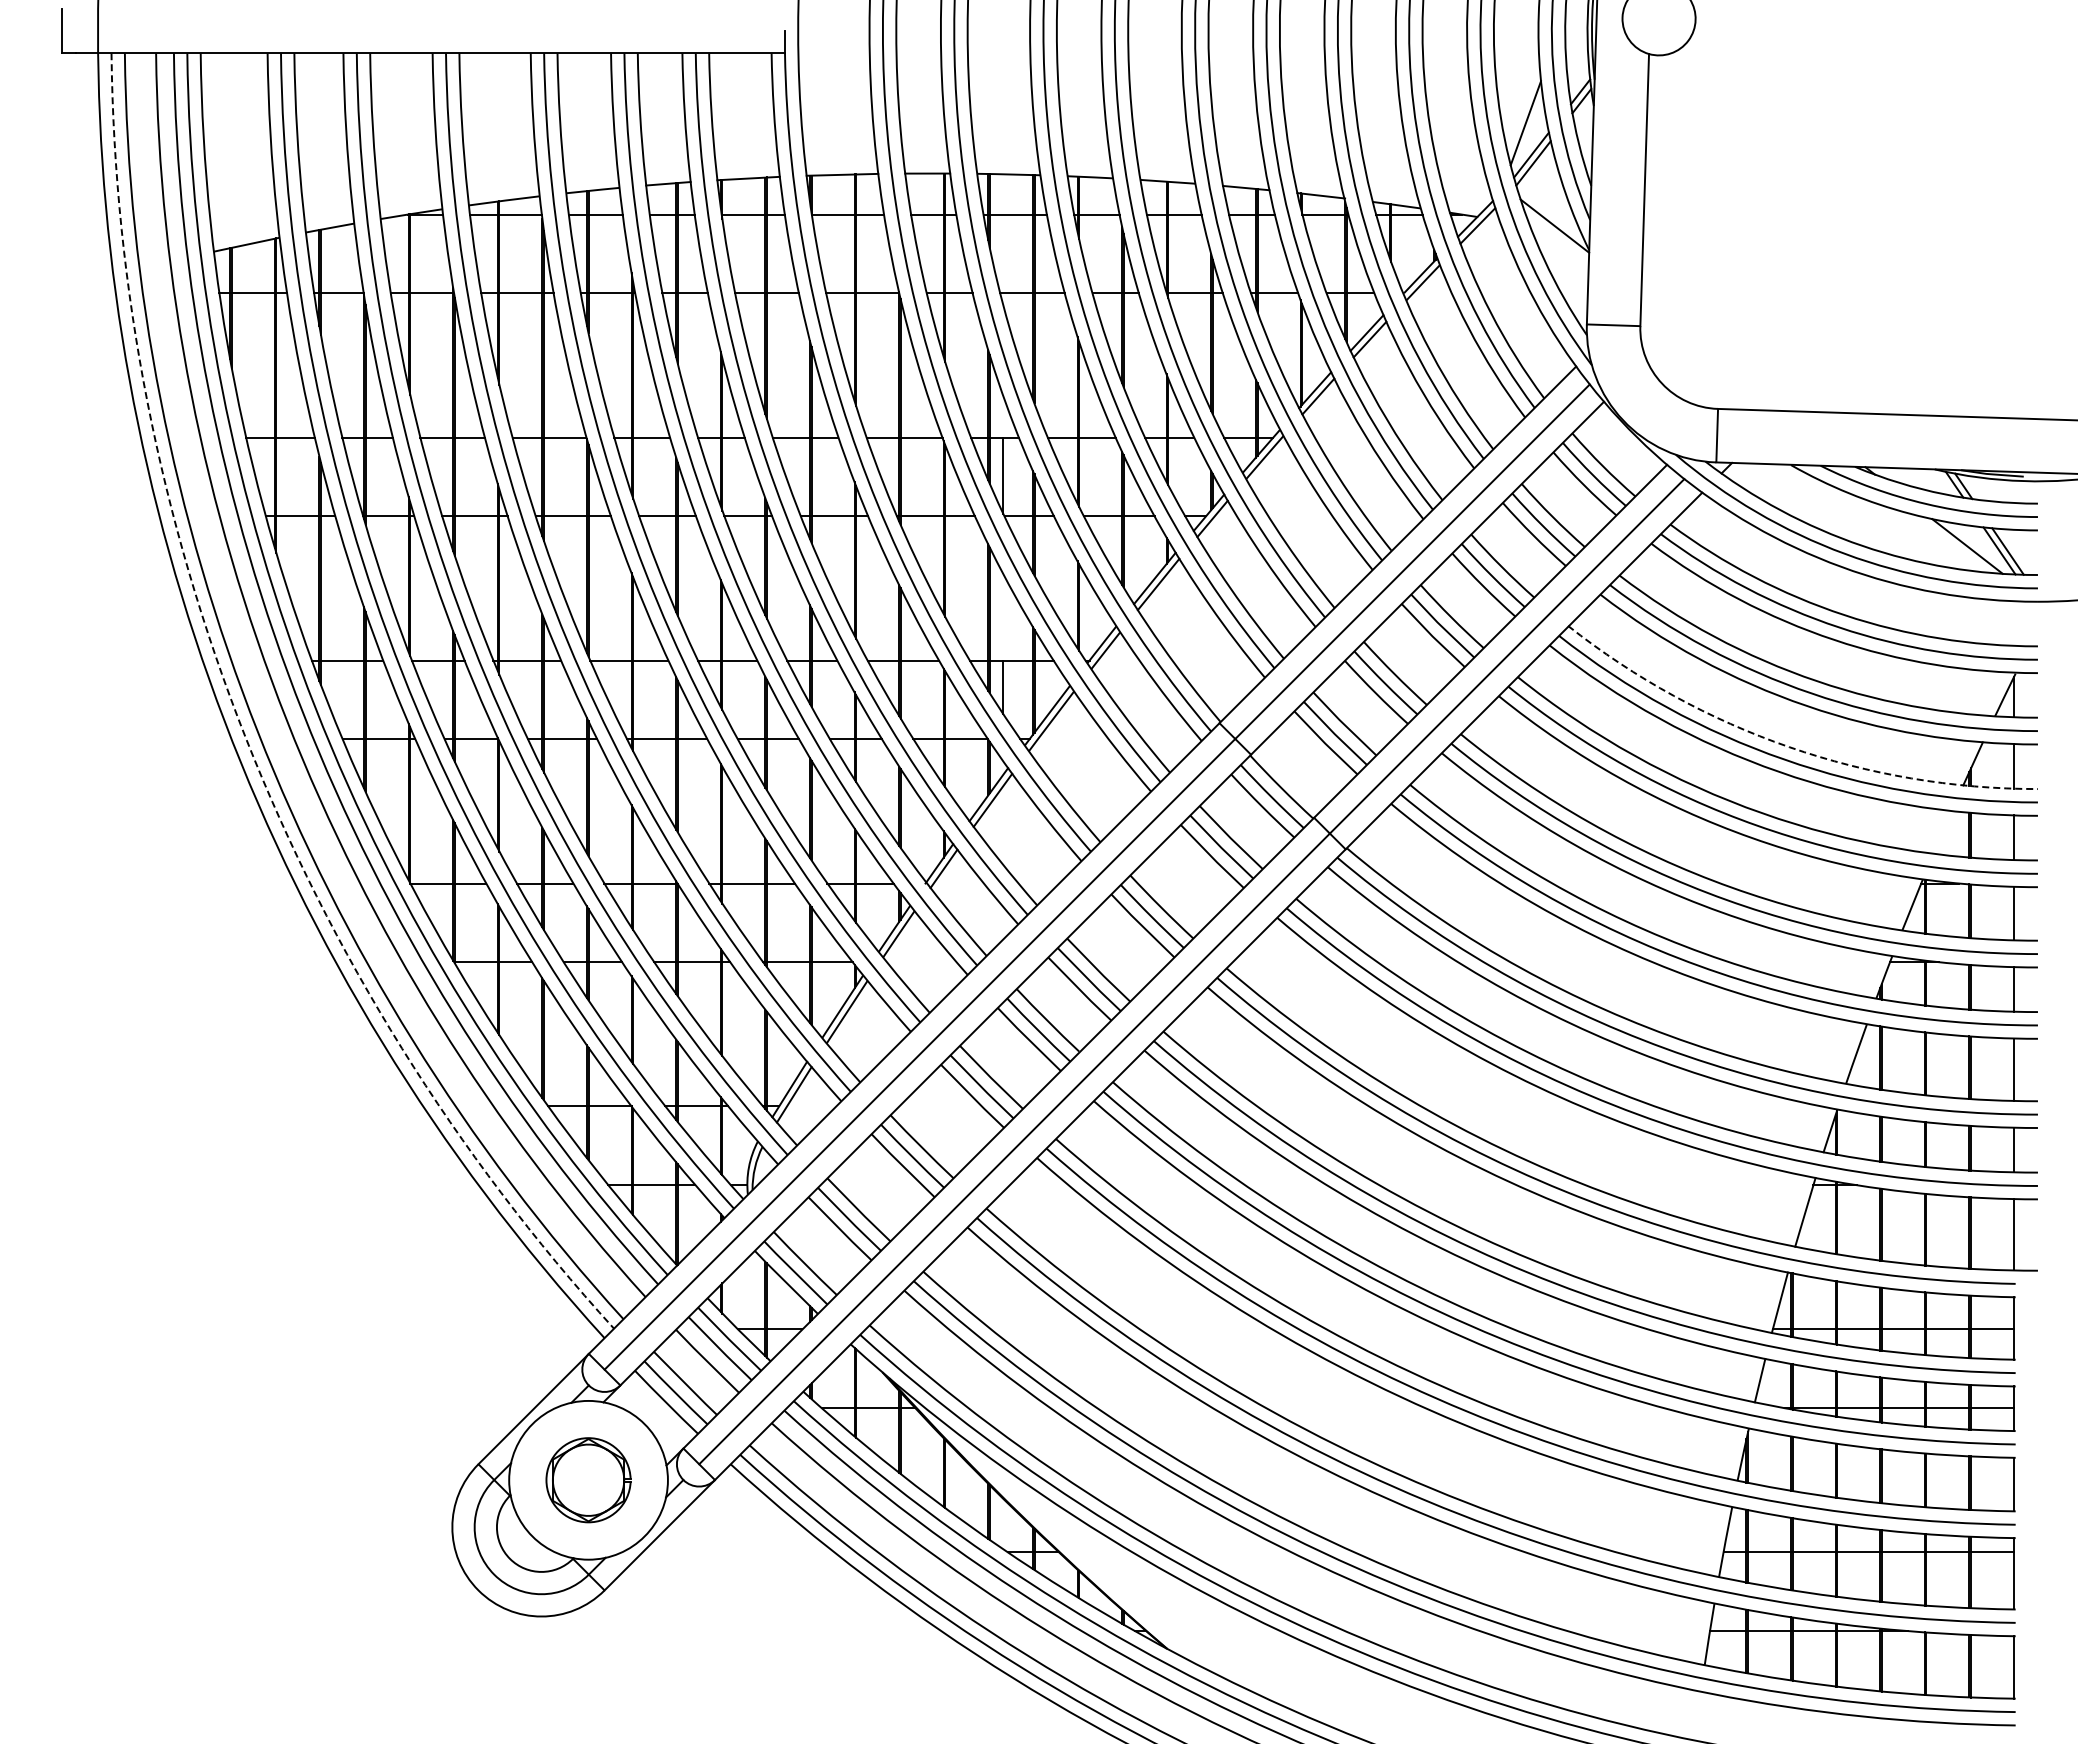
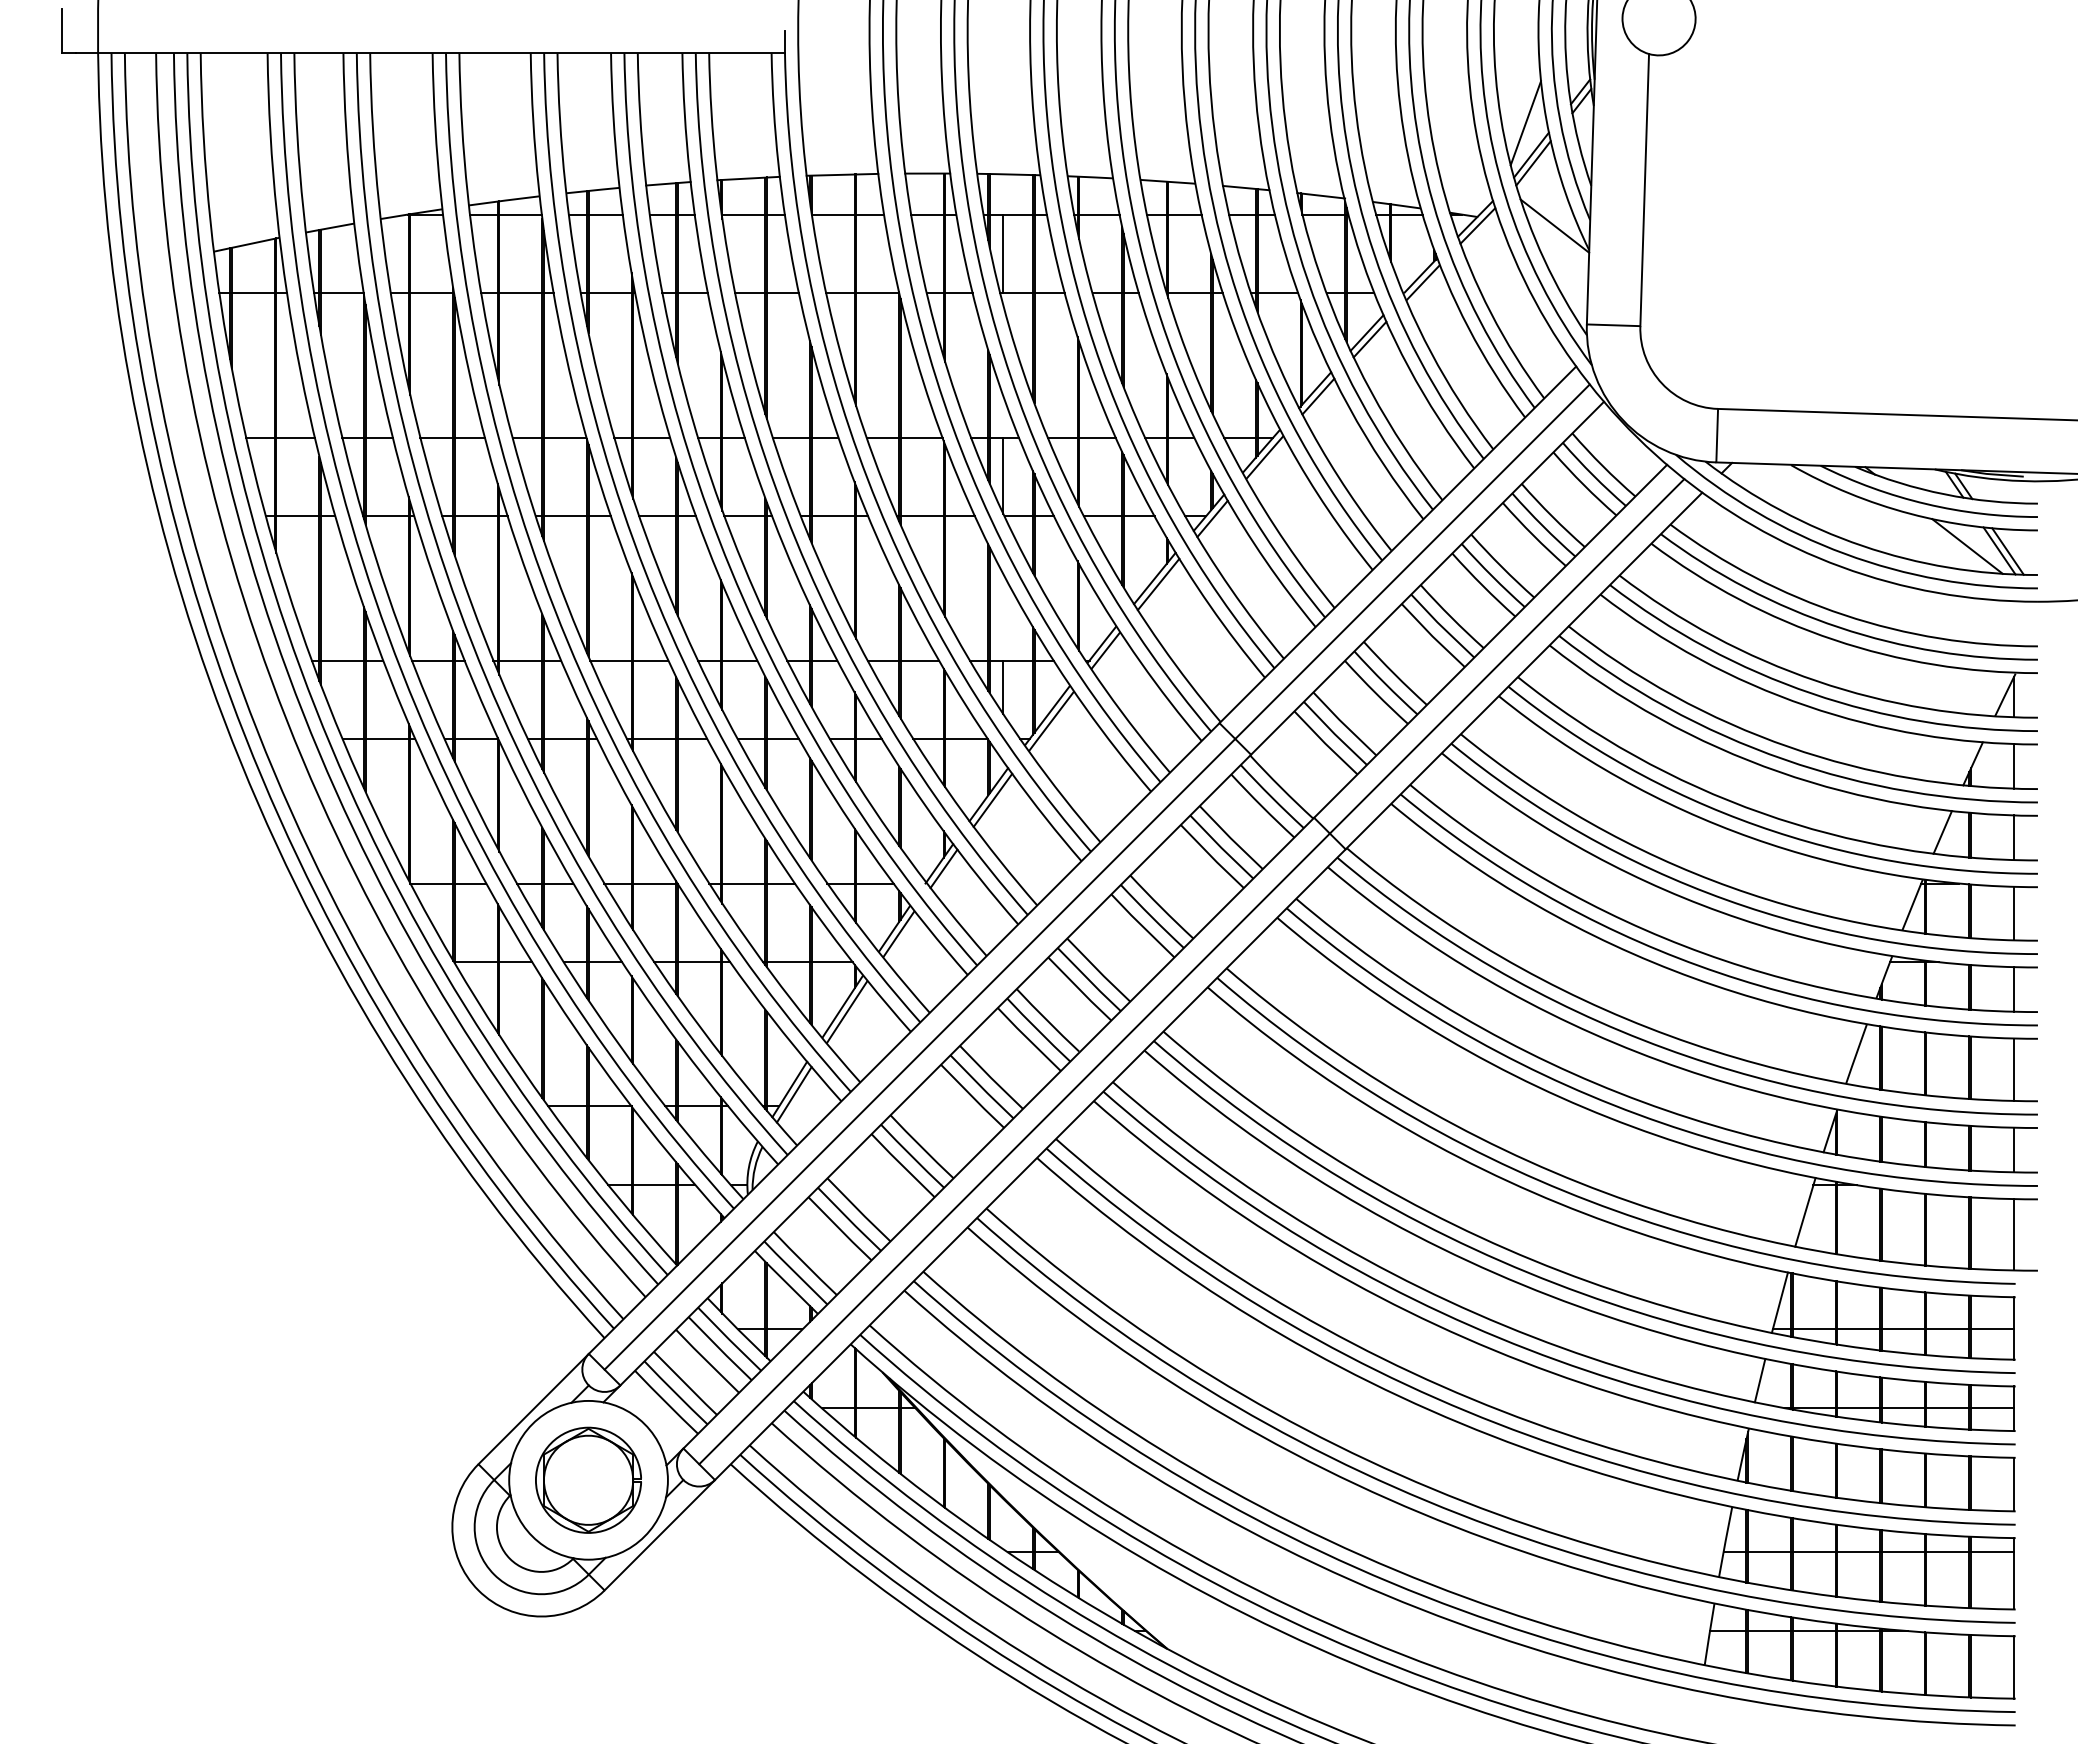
line at (1003, 253): none -> present
arc at (245, 737): dashed -> solid
arc at (1789, 747): dashed -> solid
line at (1942, 832): none -> present
part at (588, 1480) size: 87x87 px -> 107x108 px
